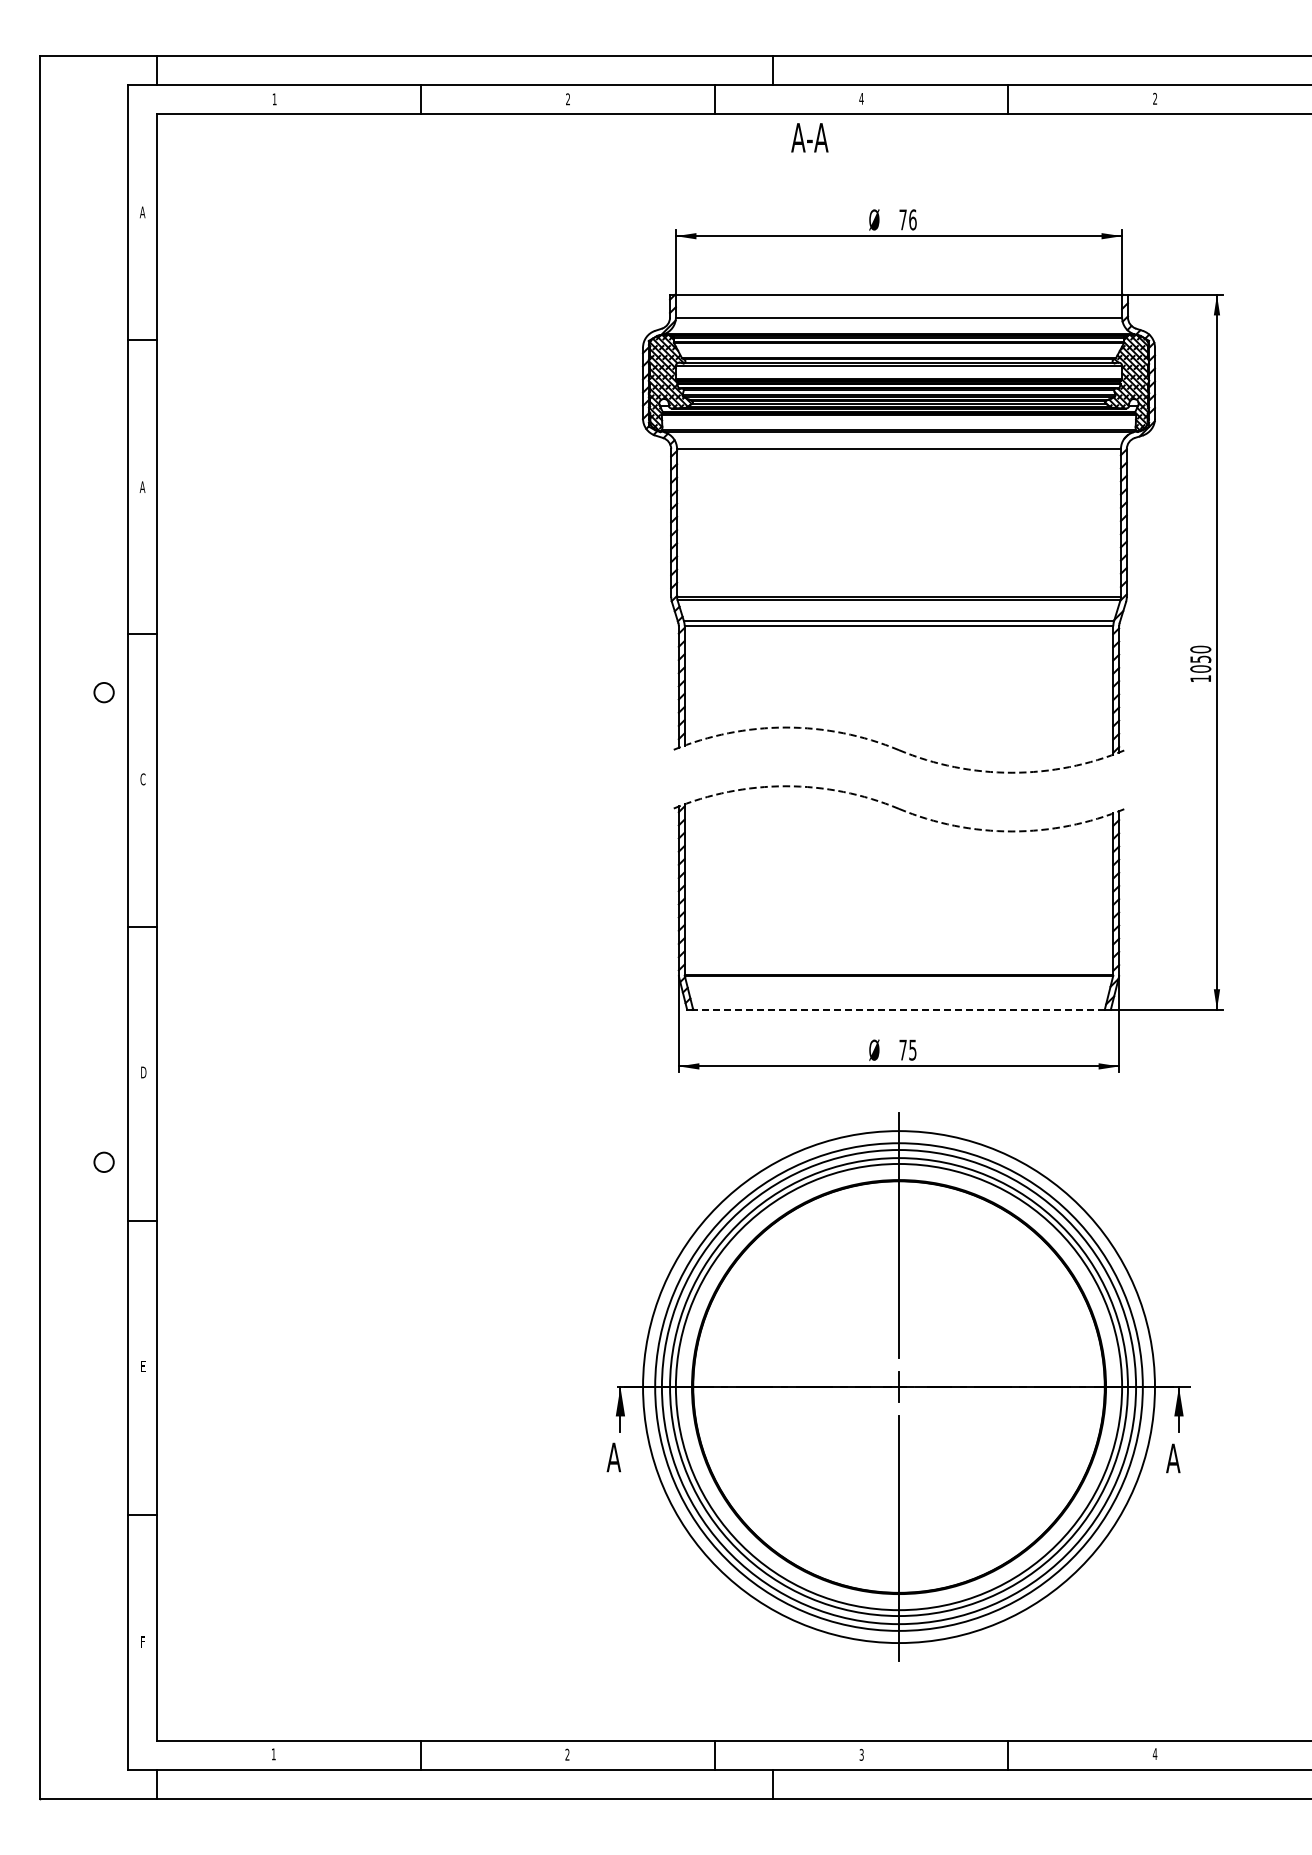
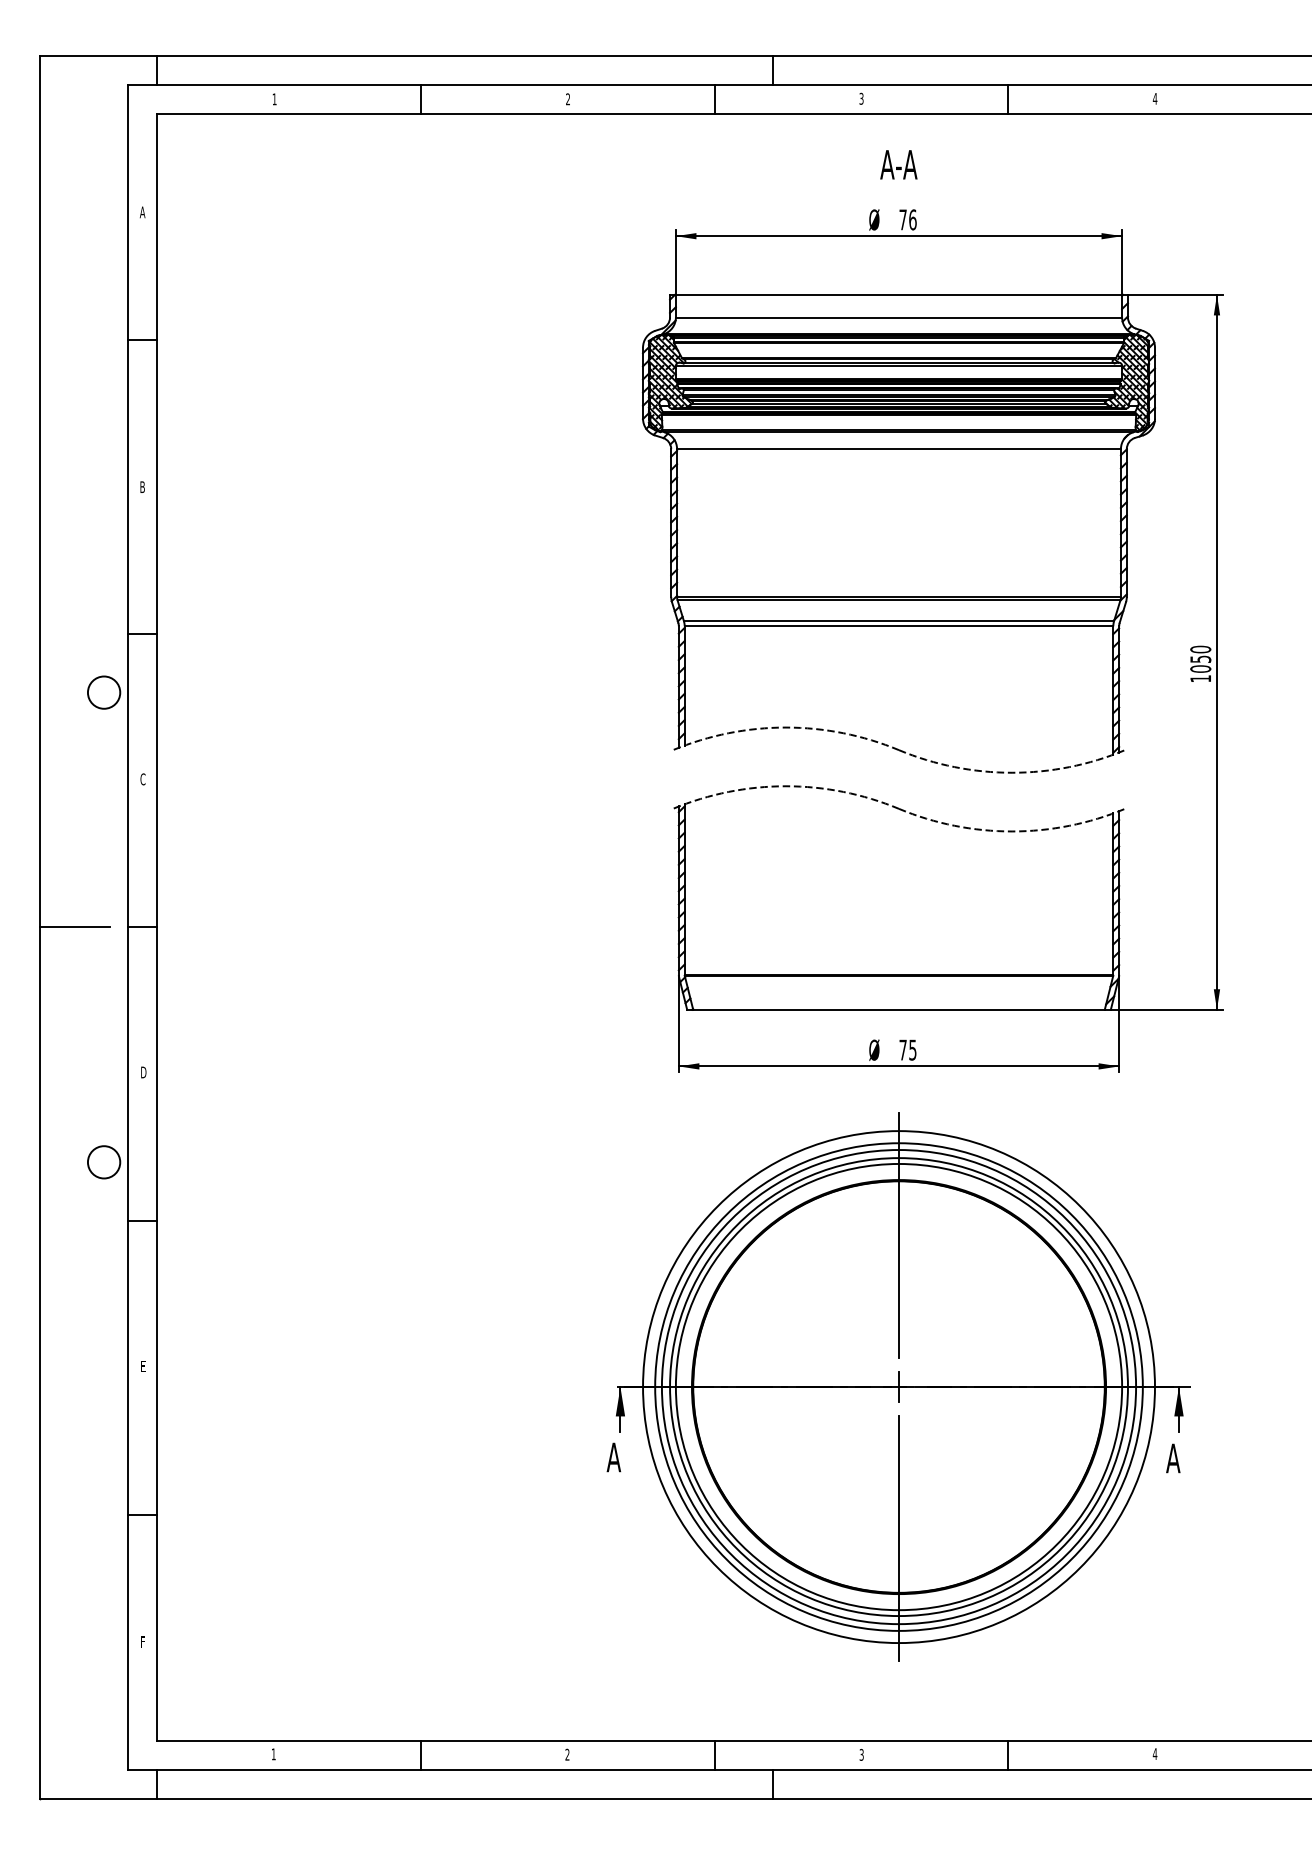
text at (861, 98): 4 -> 3
text at (1154, 98): 2 -> 4
text at (809, 137) position: (809, 137) -> (898, 164)
text at (142, 486): A -> B
circle at (103, 692) diameter: 19 px -> 32 px
line at (74, 927): none -> present
line at (899, 1009): dashed -> solid
circle at (103, 1162) diameter: 19 px -> 32 px
